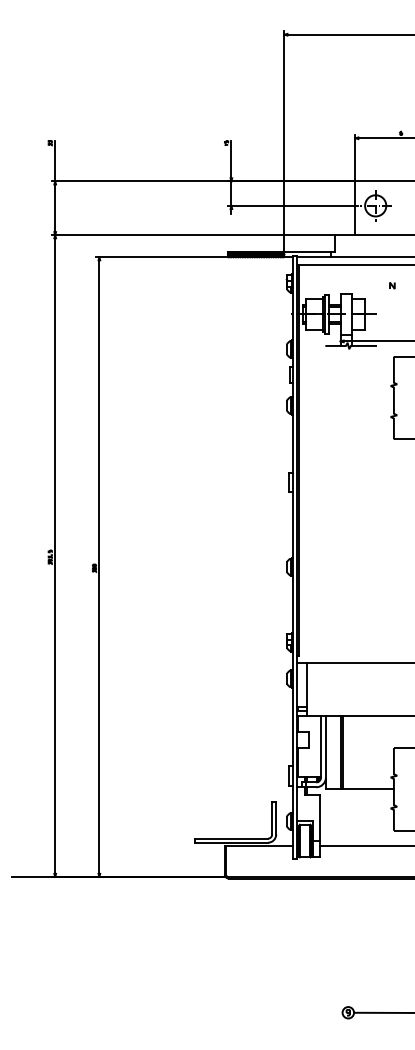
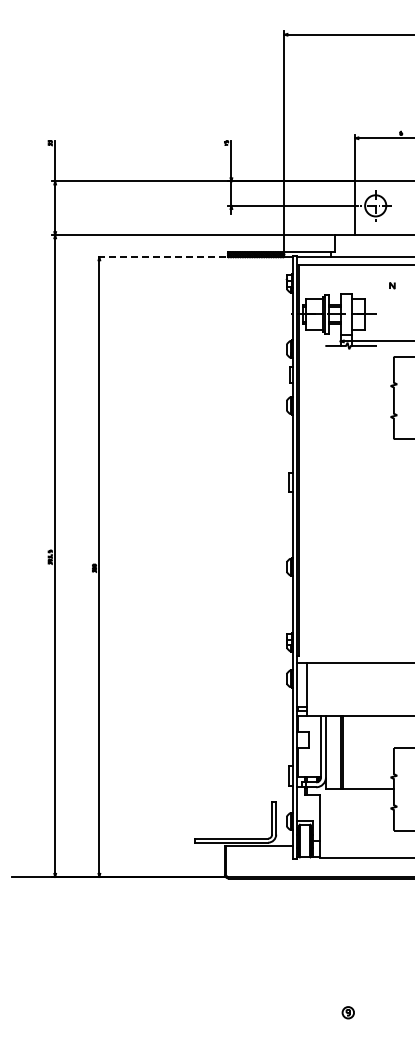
line at (160, 257): solid -> dashed
line at (365, 845) position: (365, 845) -> (365, 857)
line at (382, 1012): present -> none
